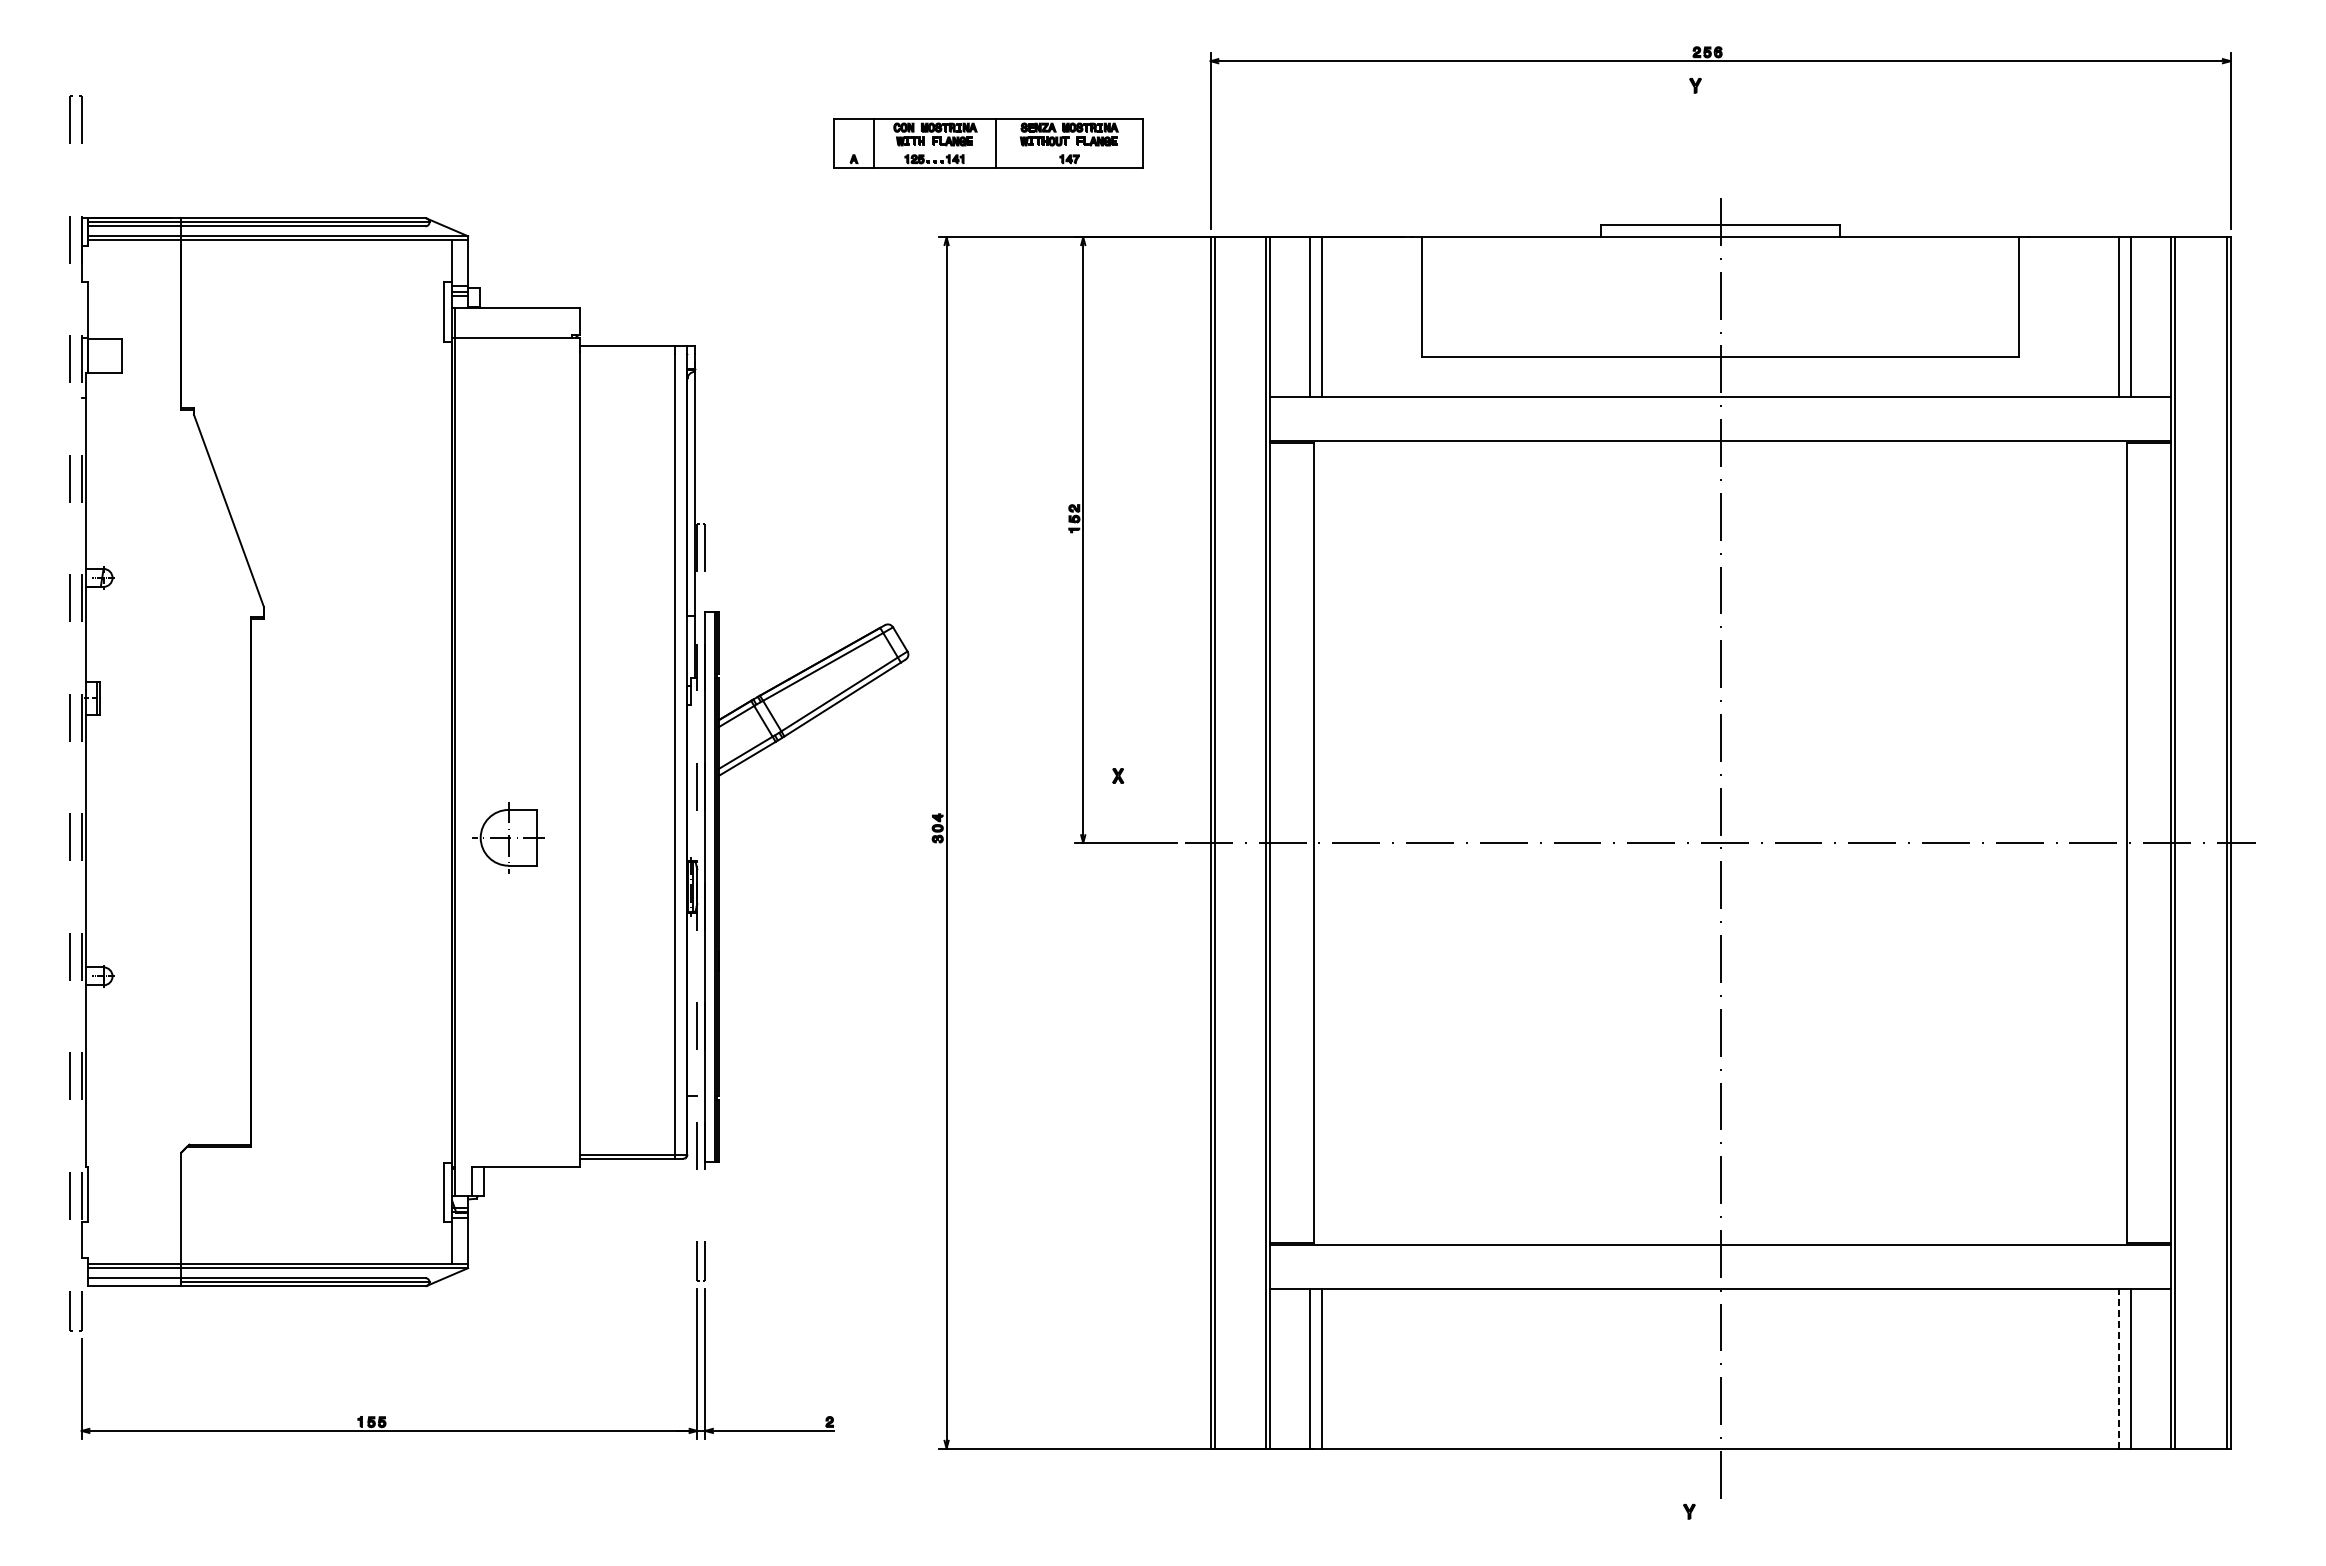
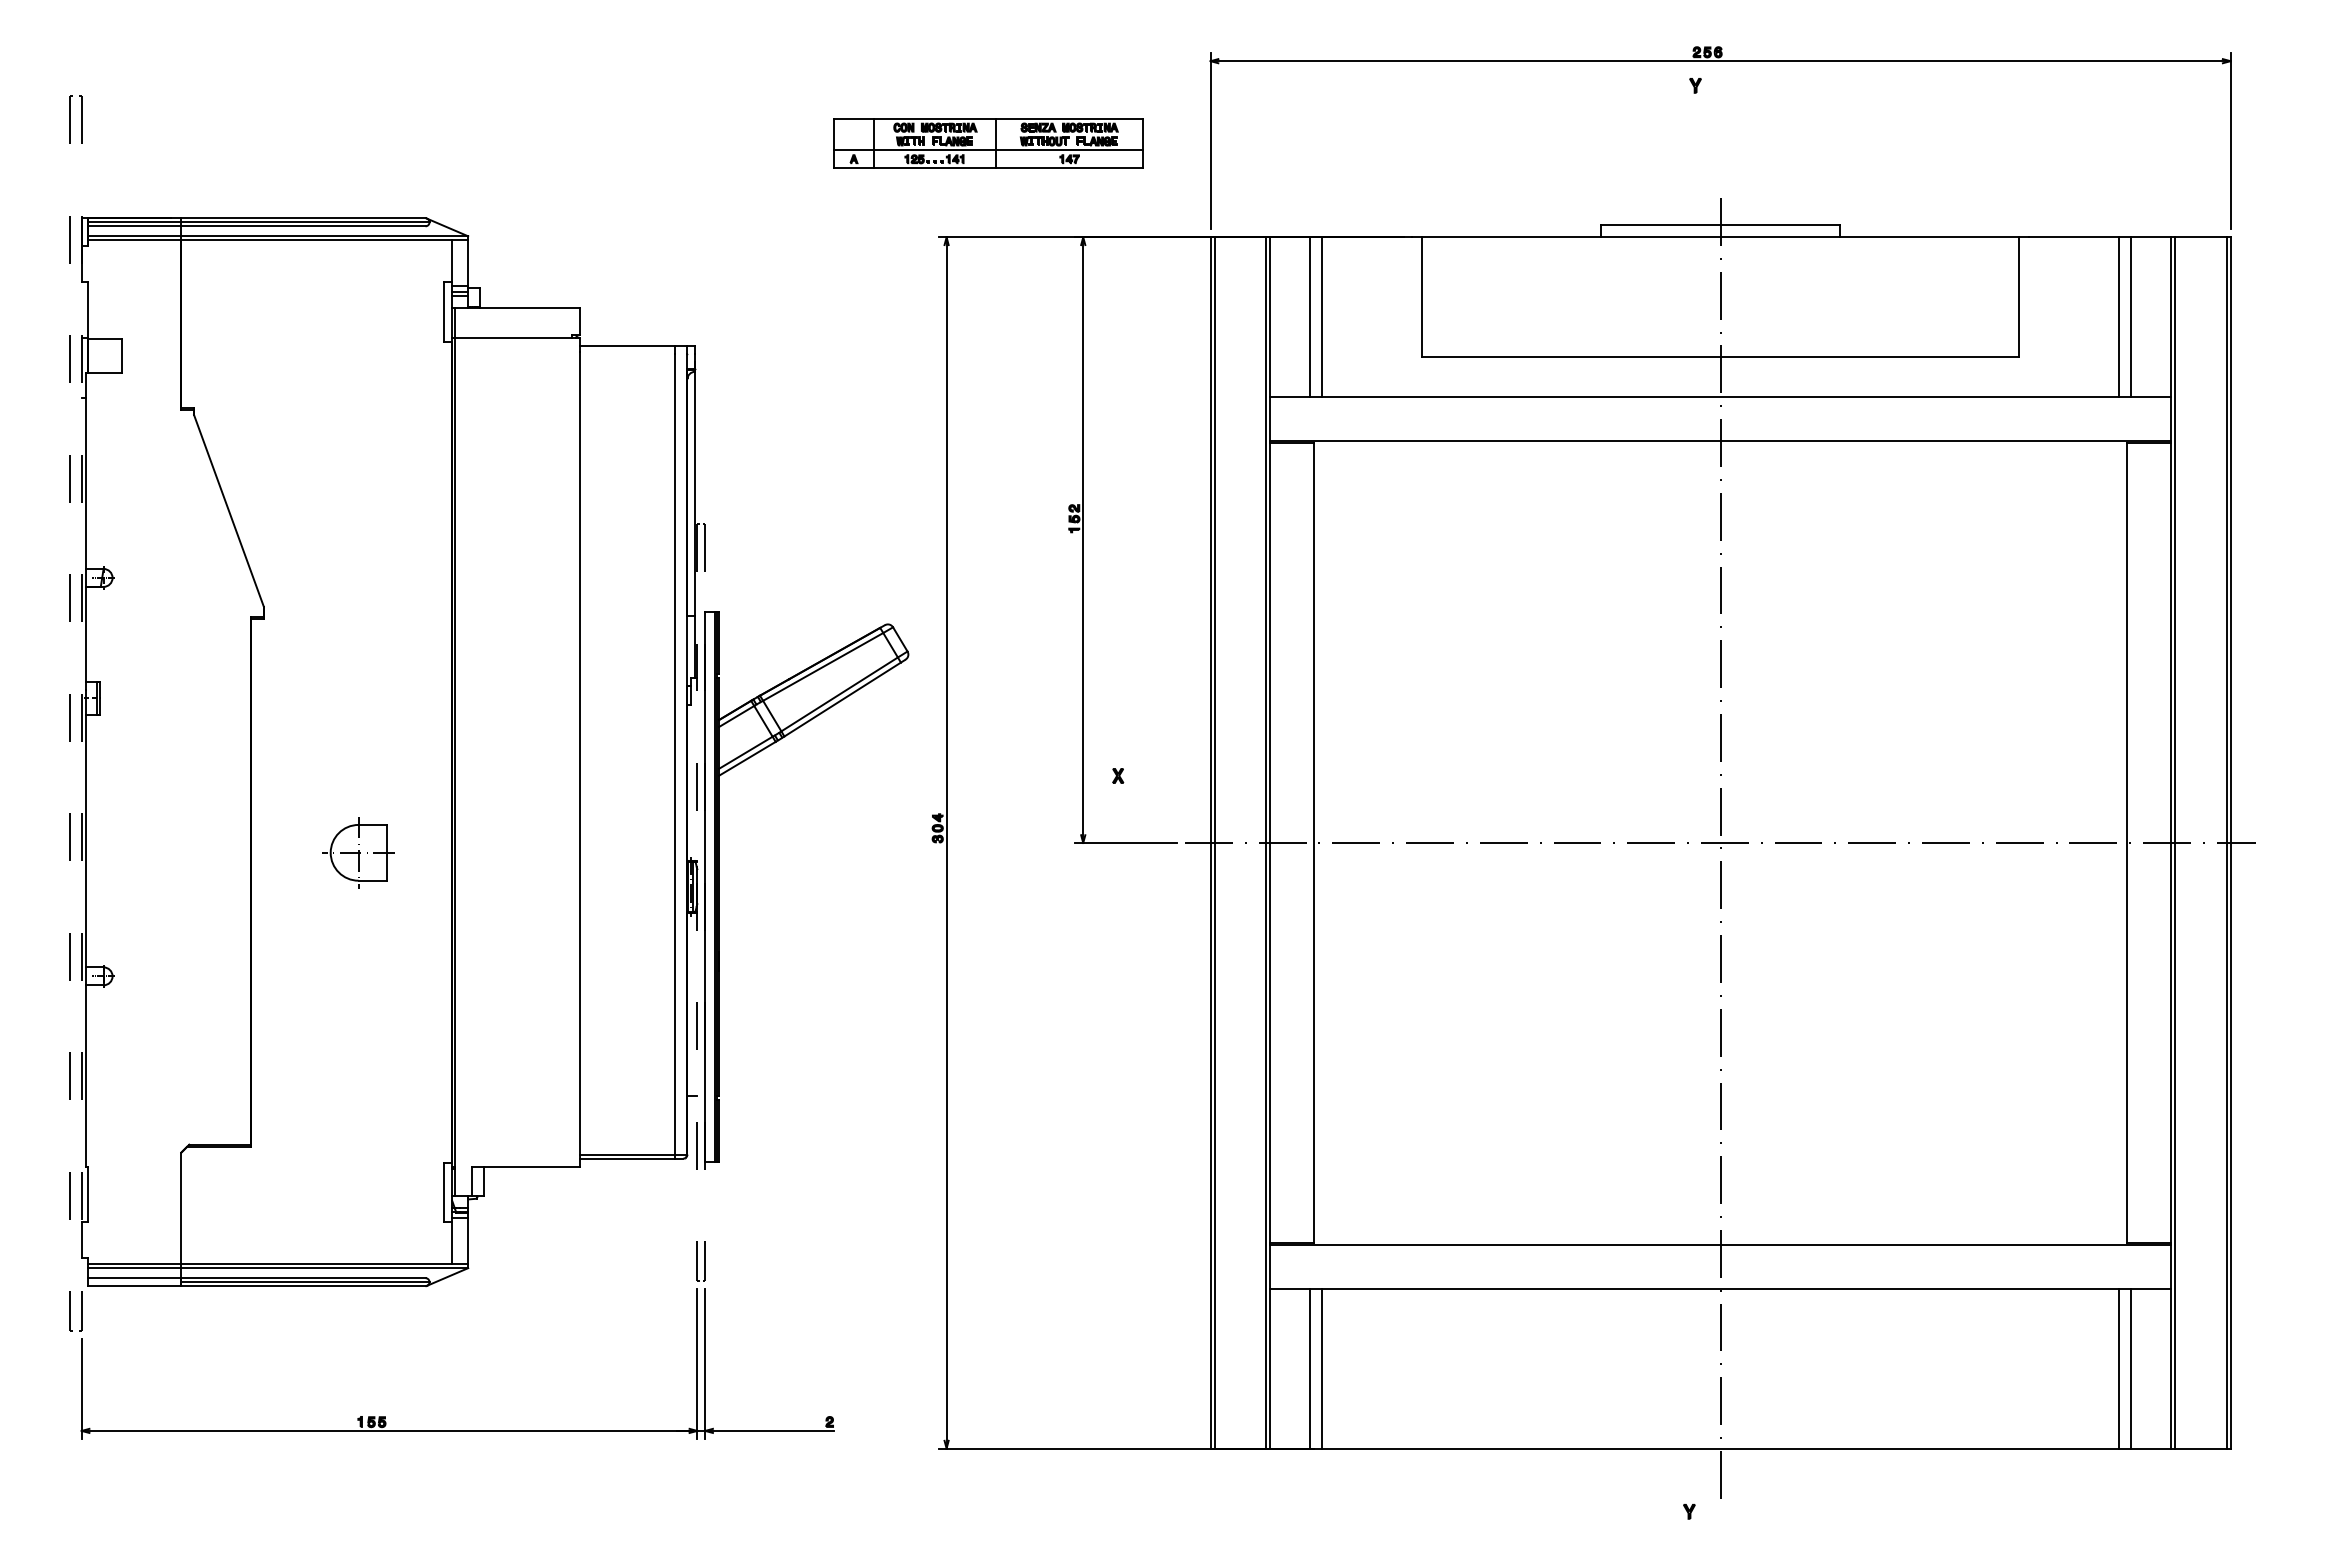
line at (987, 150): none -> present
part at (508, 837) position: (508, 837) -> (358, 852)
line at (2119, 1368): dashed -> solid
